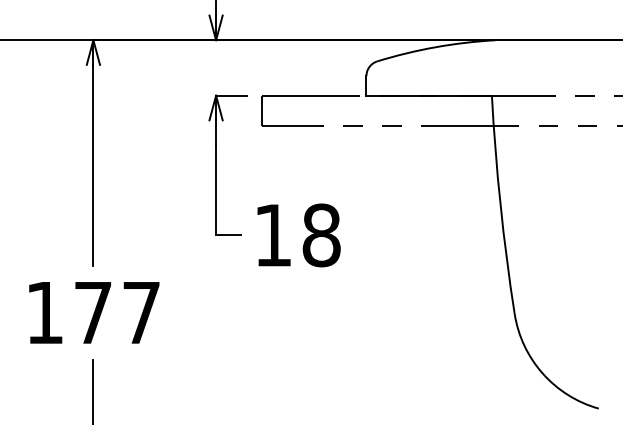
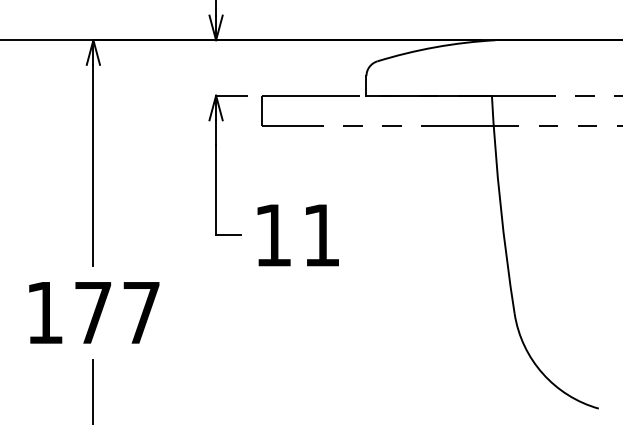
text at (321, 235): 18 -> 11
